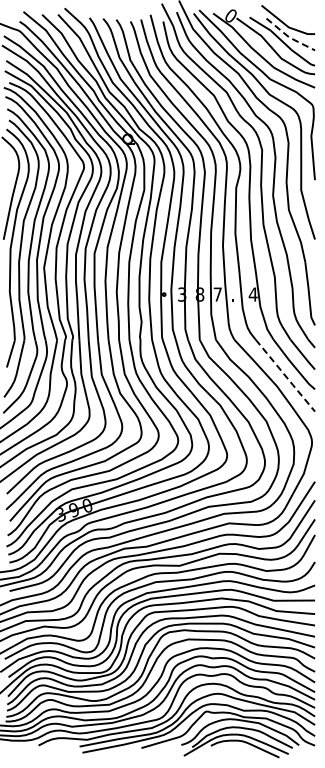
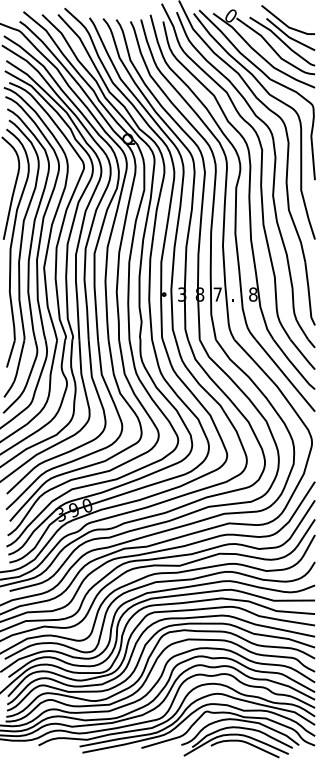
line at (289, 37): dashed -> solid
text at (252, 294): 4 -> 8
line at (285, 376): dashed -> solid
